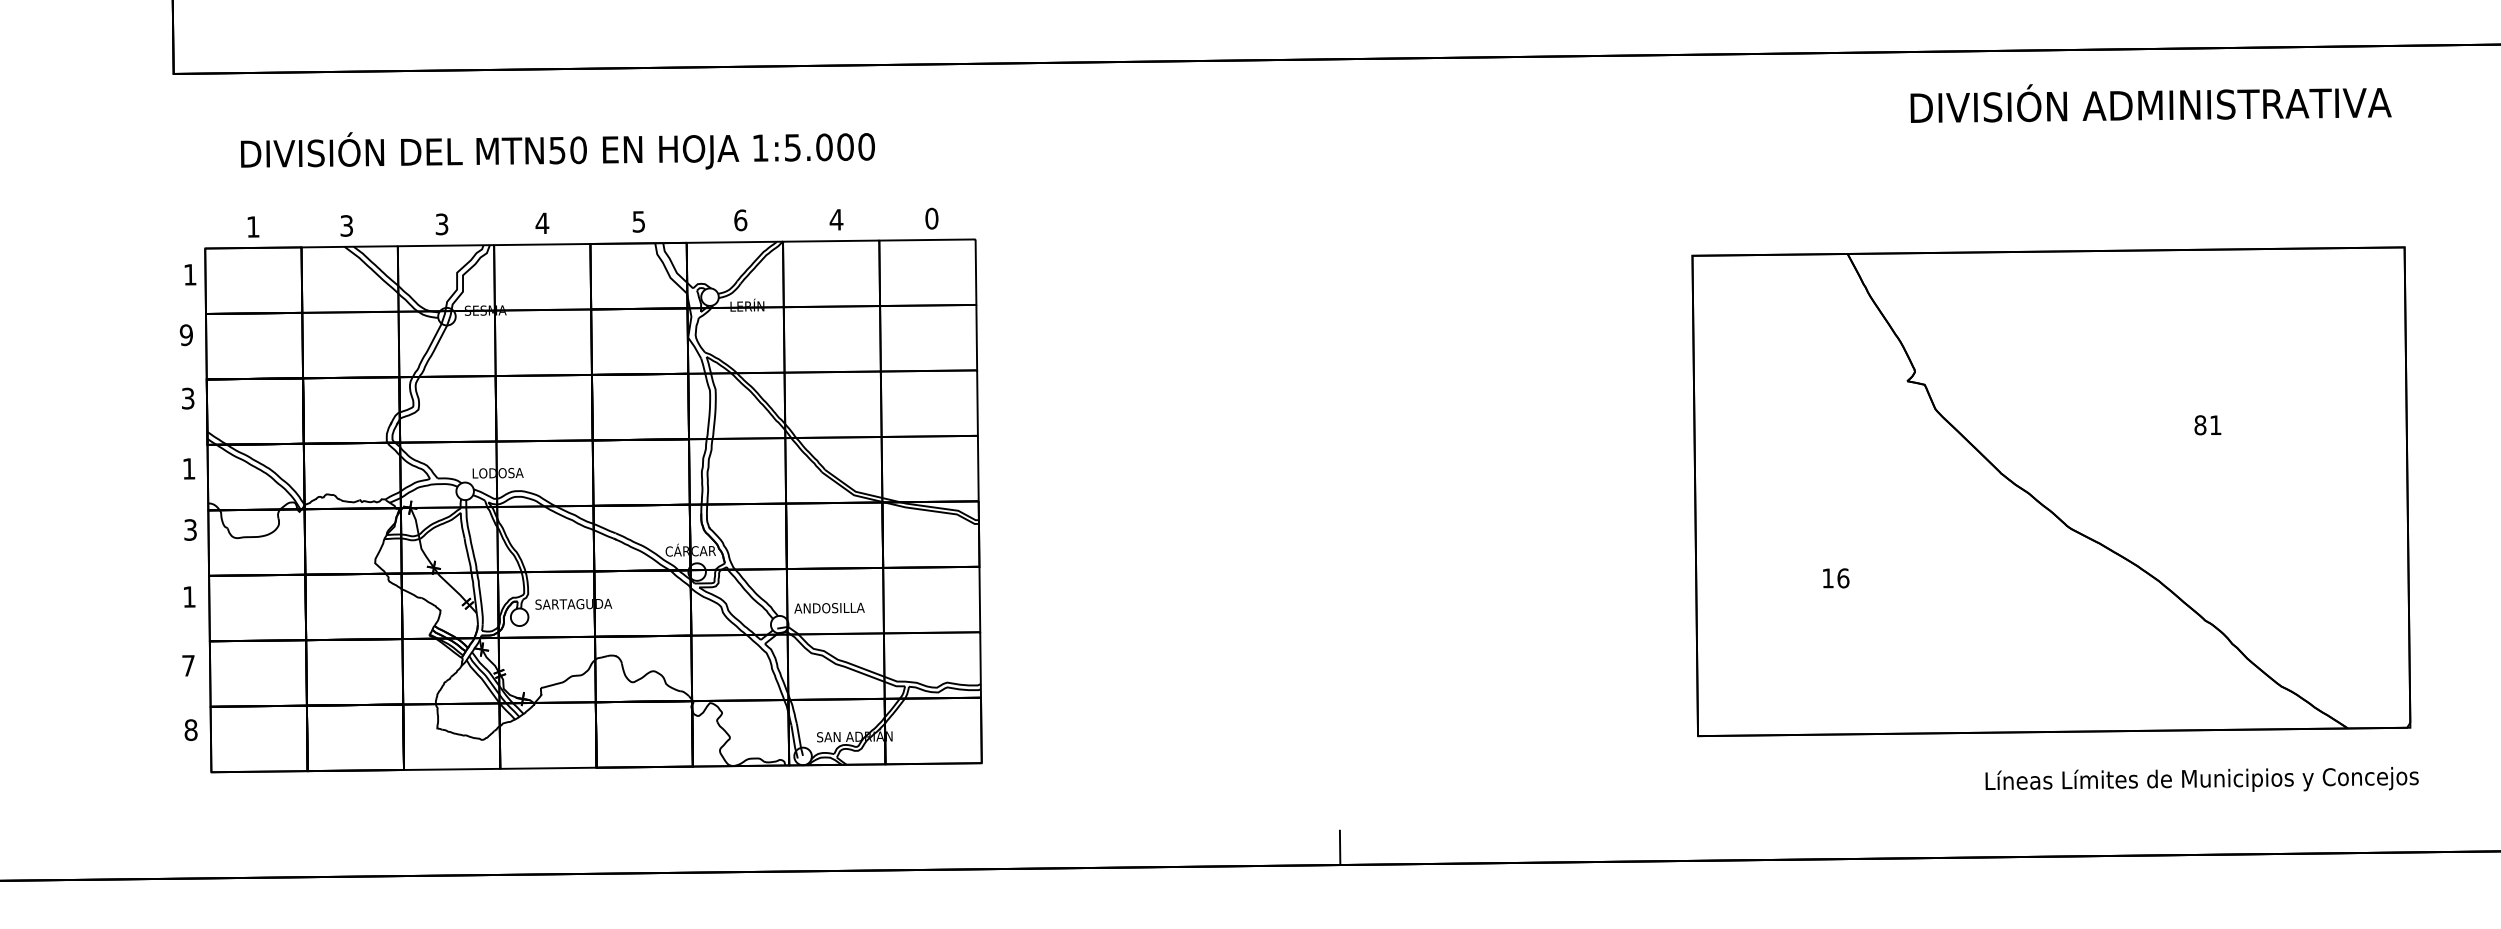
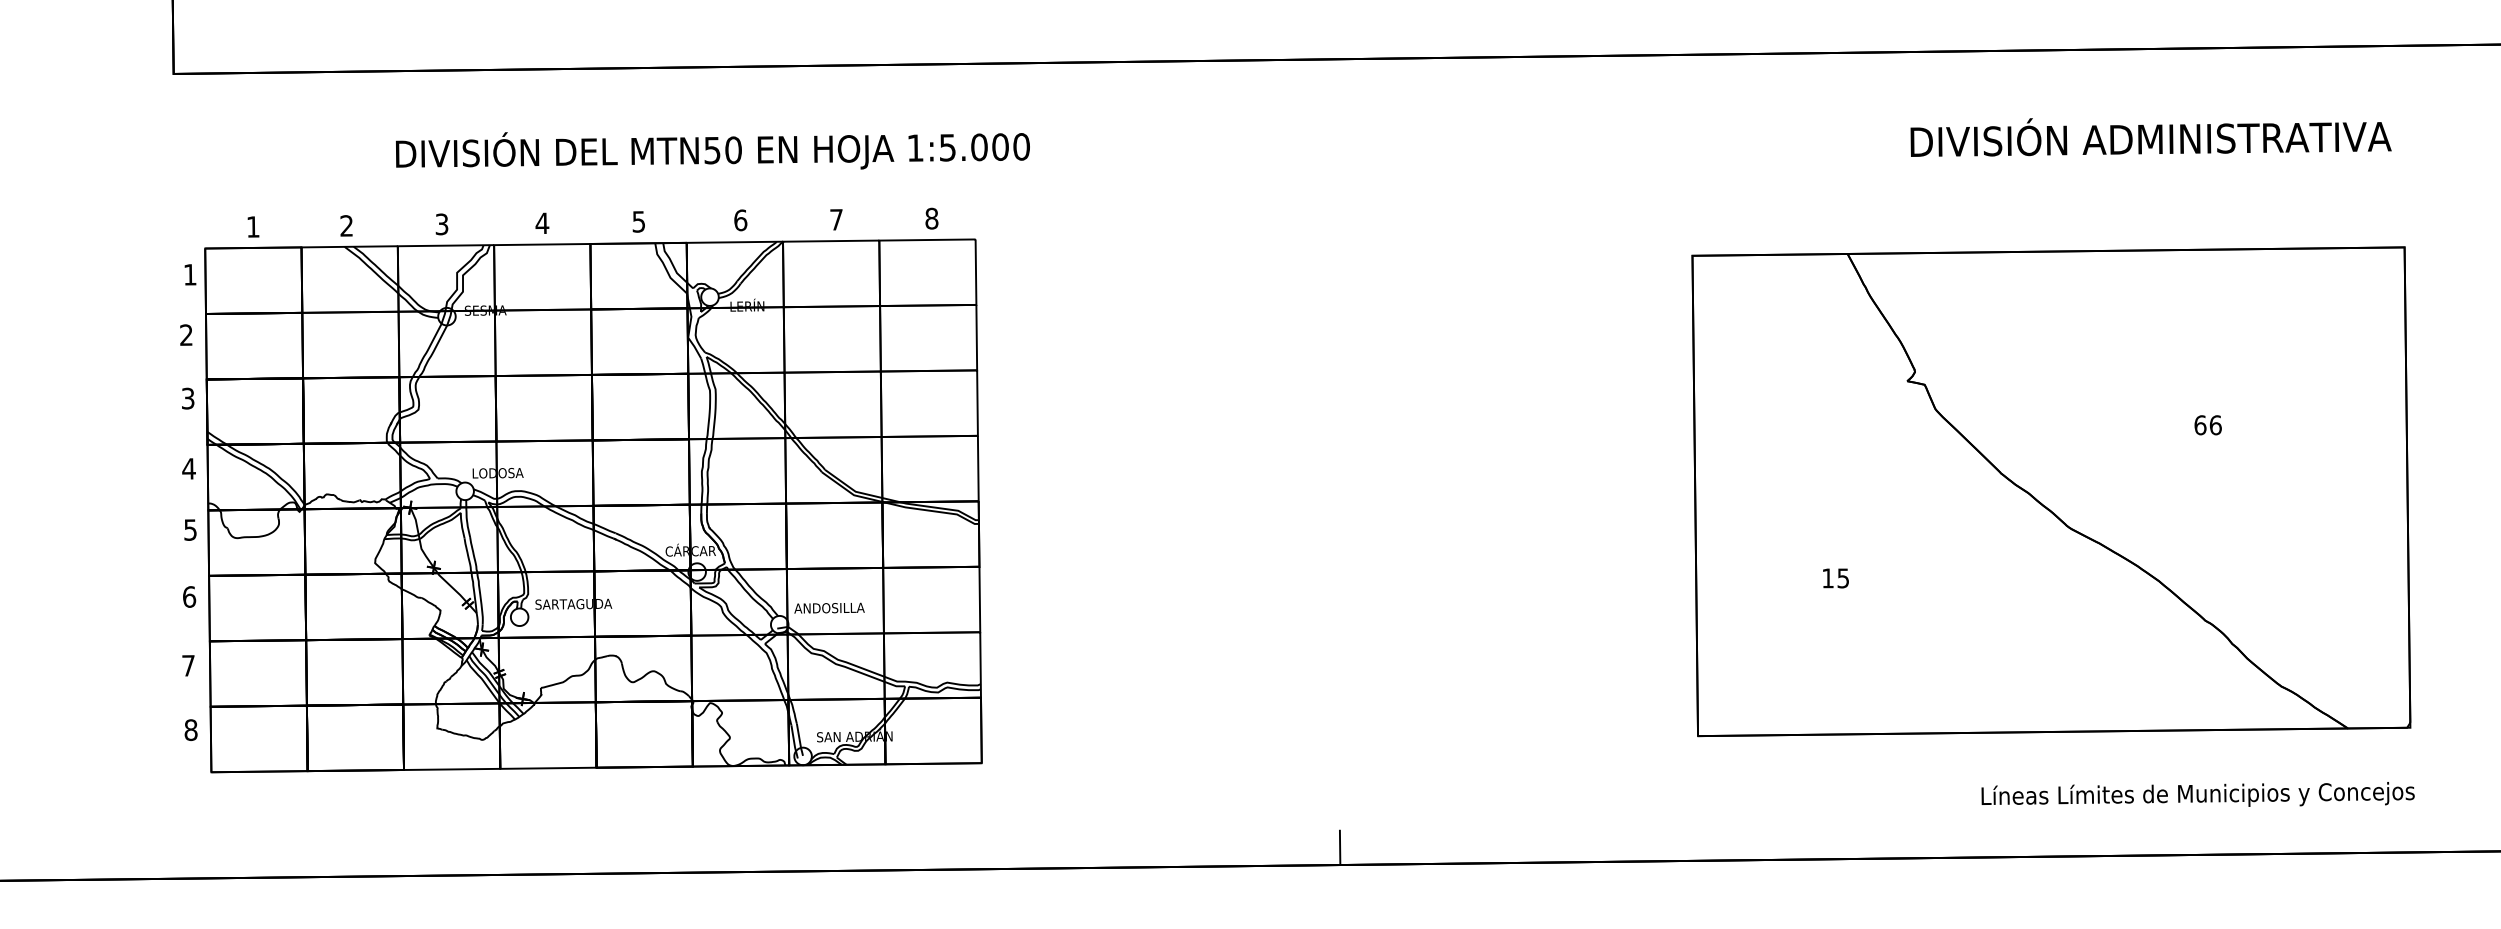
text at (2150, 103) position: (2150, 103) -> (2150, 137)
text at (557, 150) position: (557, 150) -> (712, 150)
text at (931, 218): 0 -> 8
text at (836, 219): 4 -> 7
text at (346, 225): 3 -> 2
text at (185, 335): 9 -> 2
text at (2207, 425): 81 -> 66
text at (188, 468): 1 -> 4
text at (190, 529): 3 -> 5
text at (1843, 578): 16 -> 15
text at (189, 596): 1 -> 6
text at (2201, 779) position: (2201, 779) -> (2197, 794)
